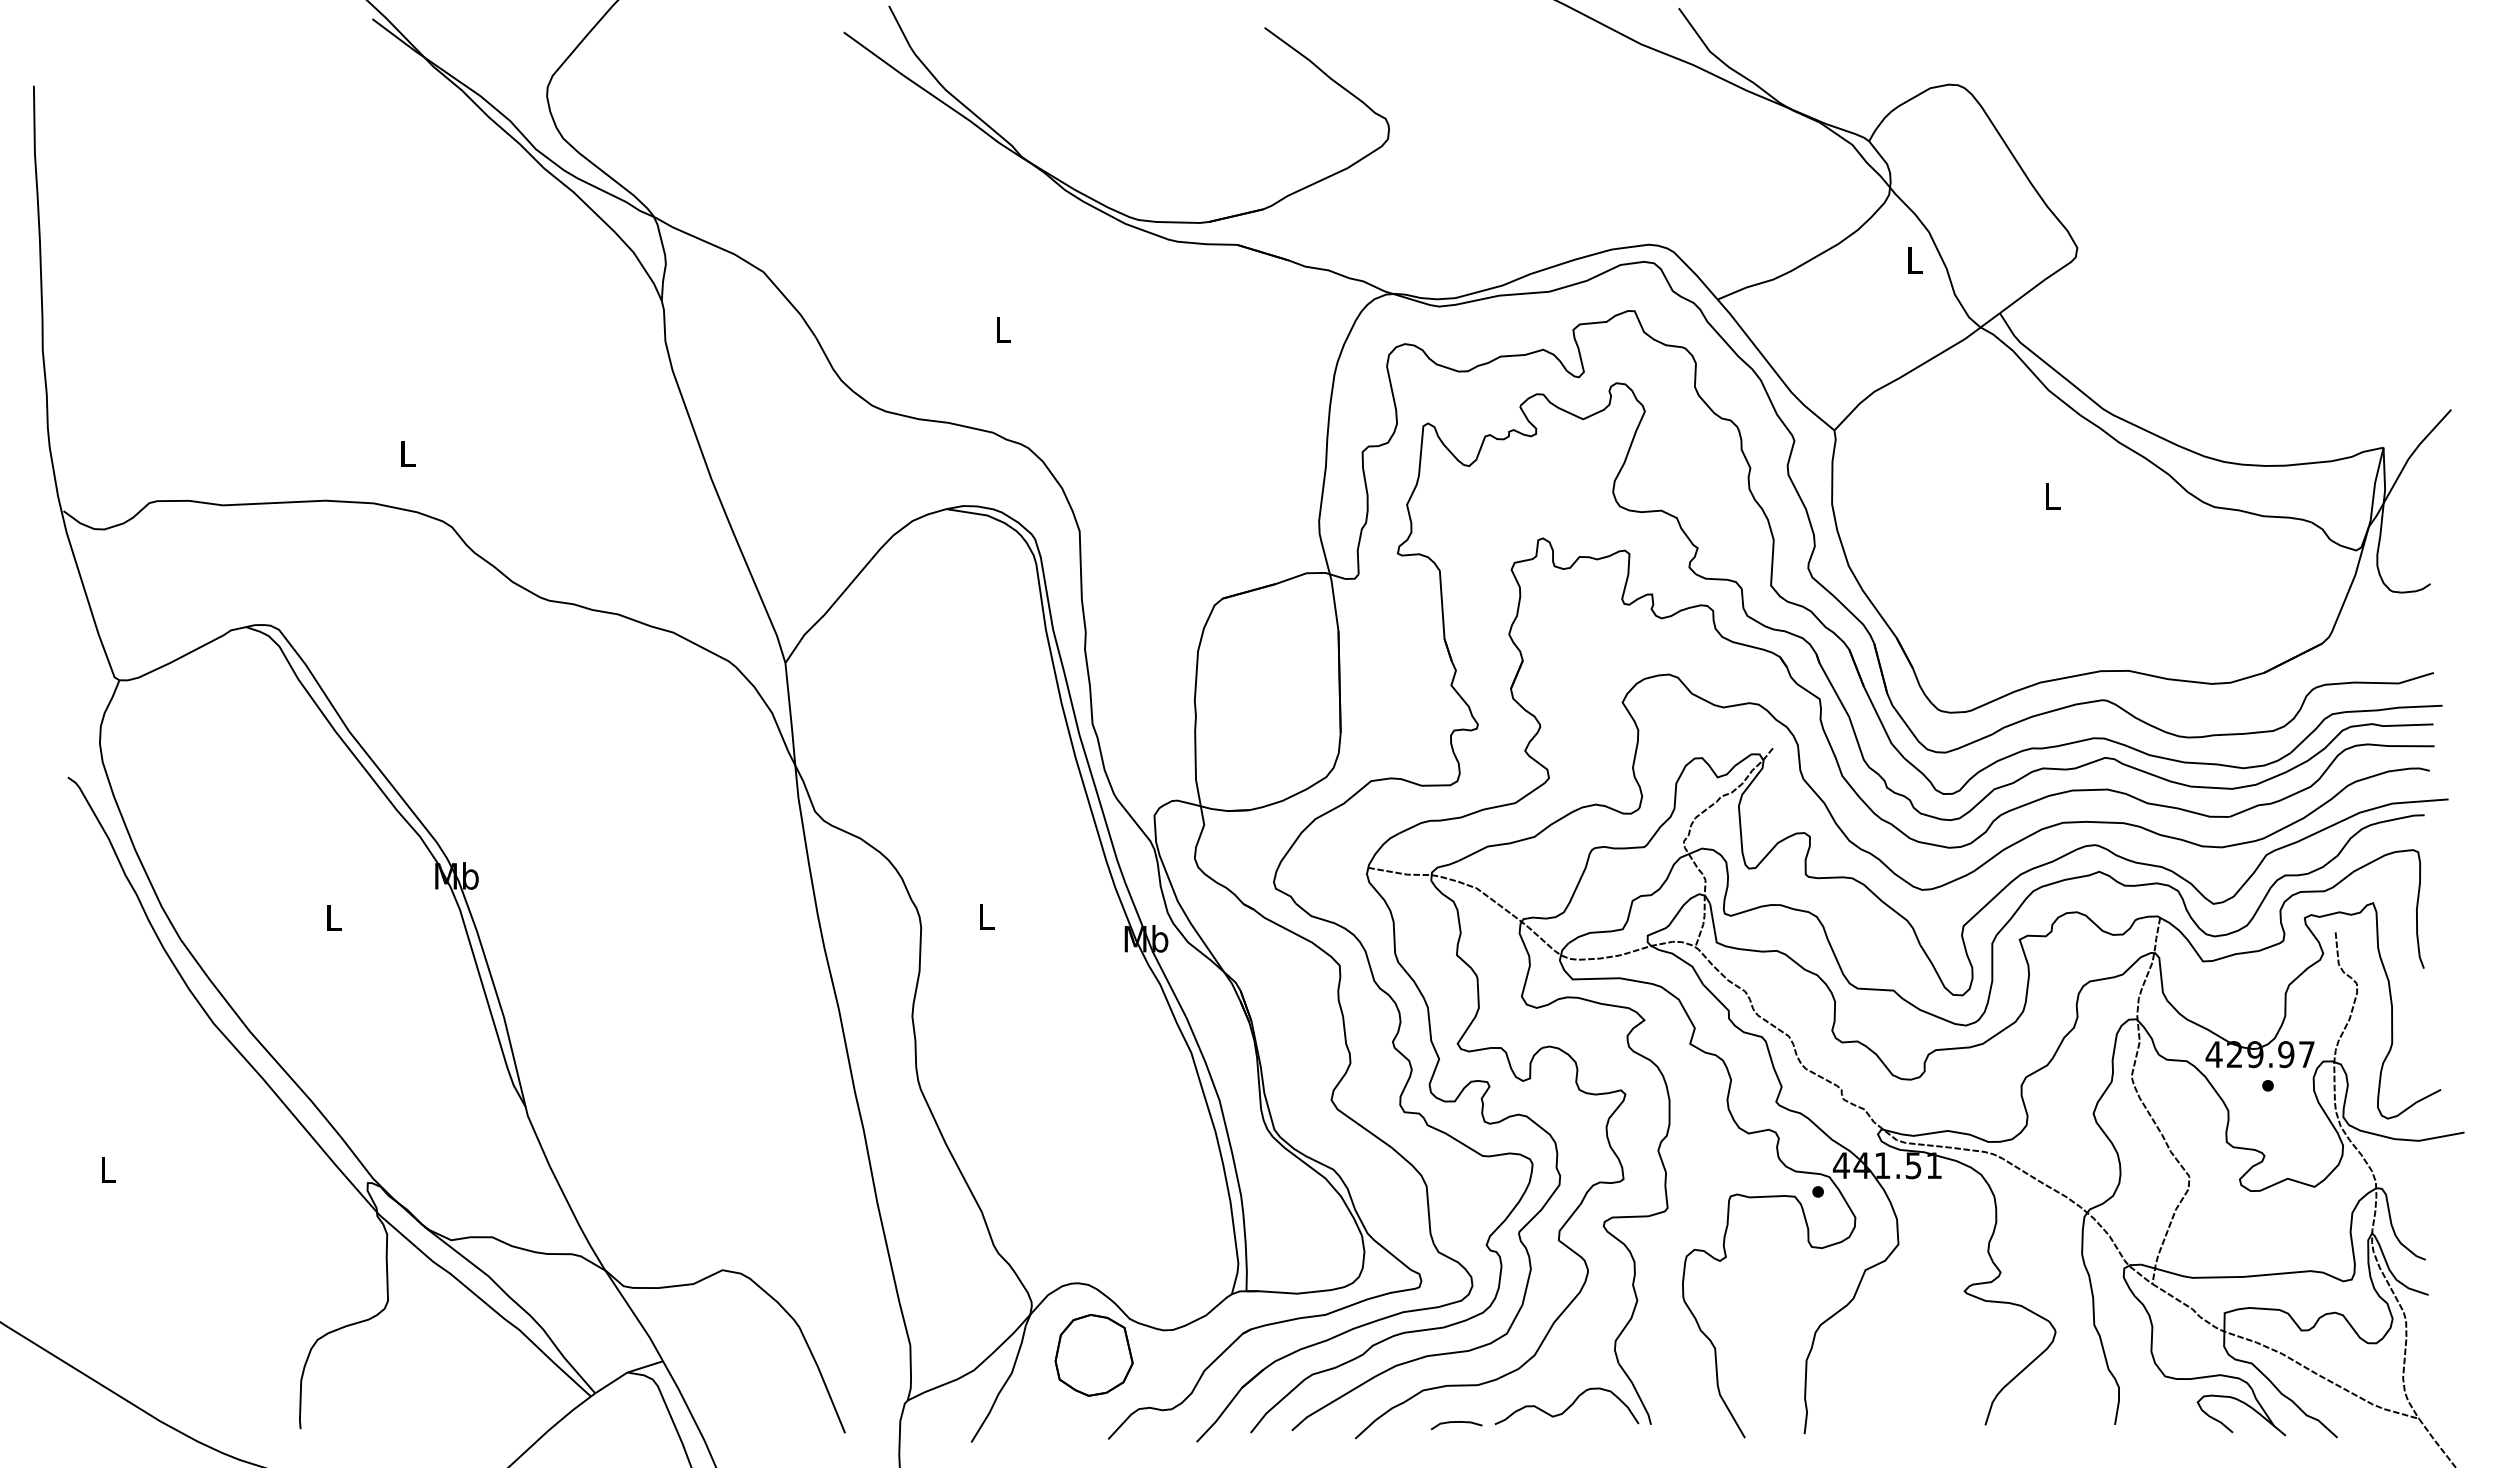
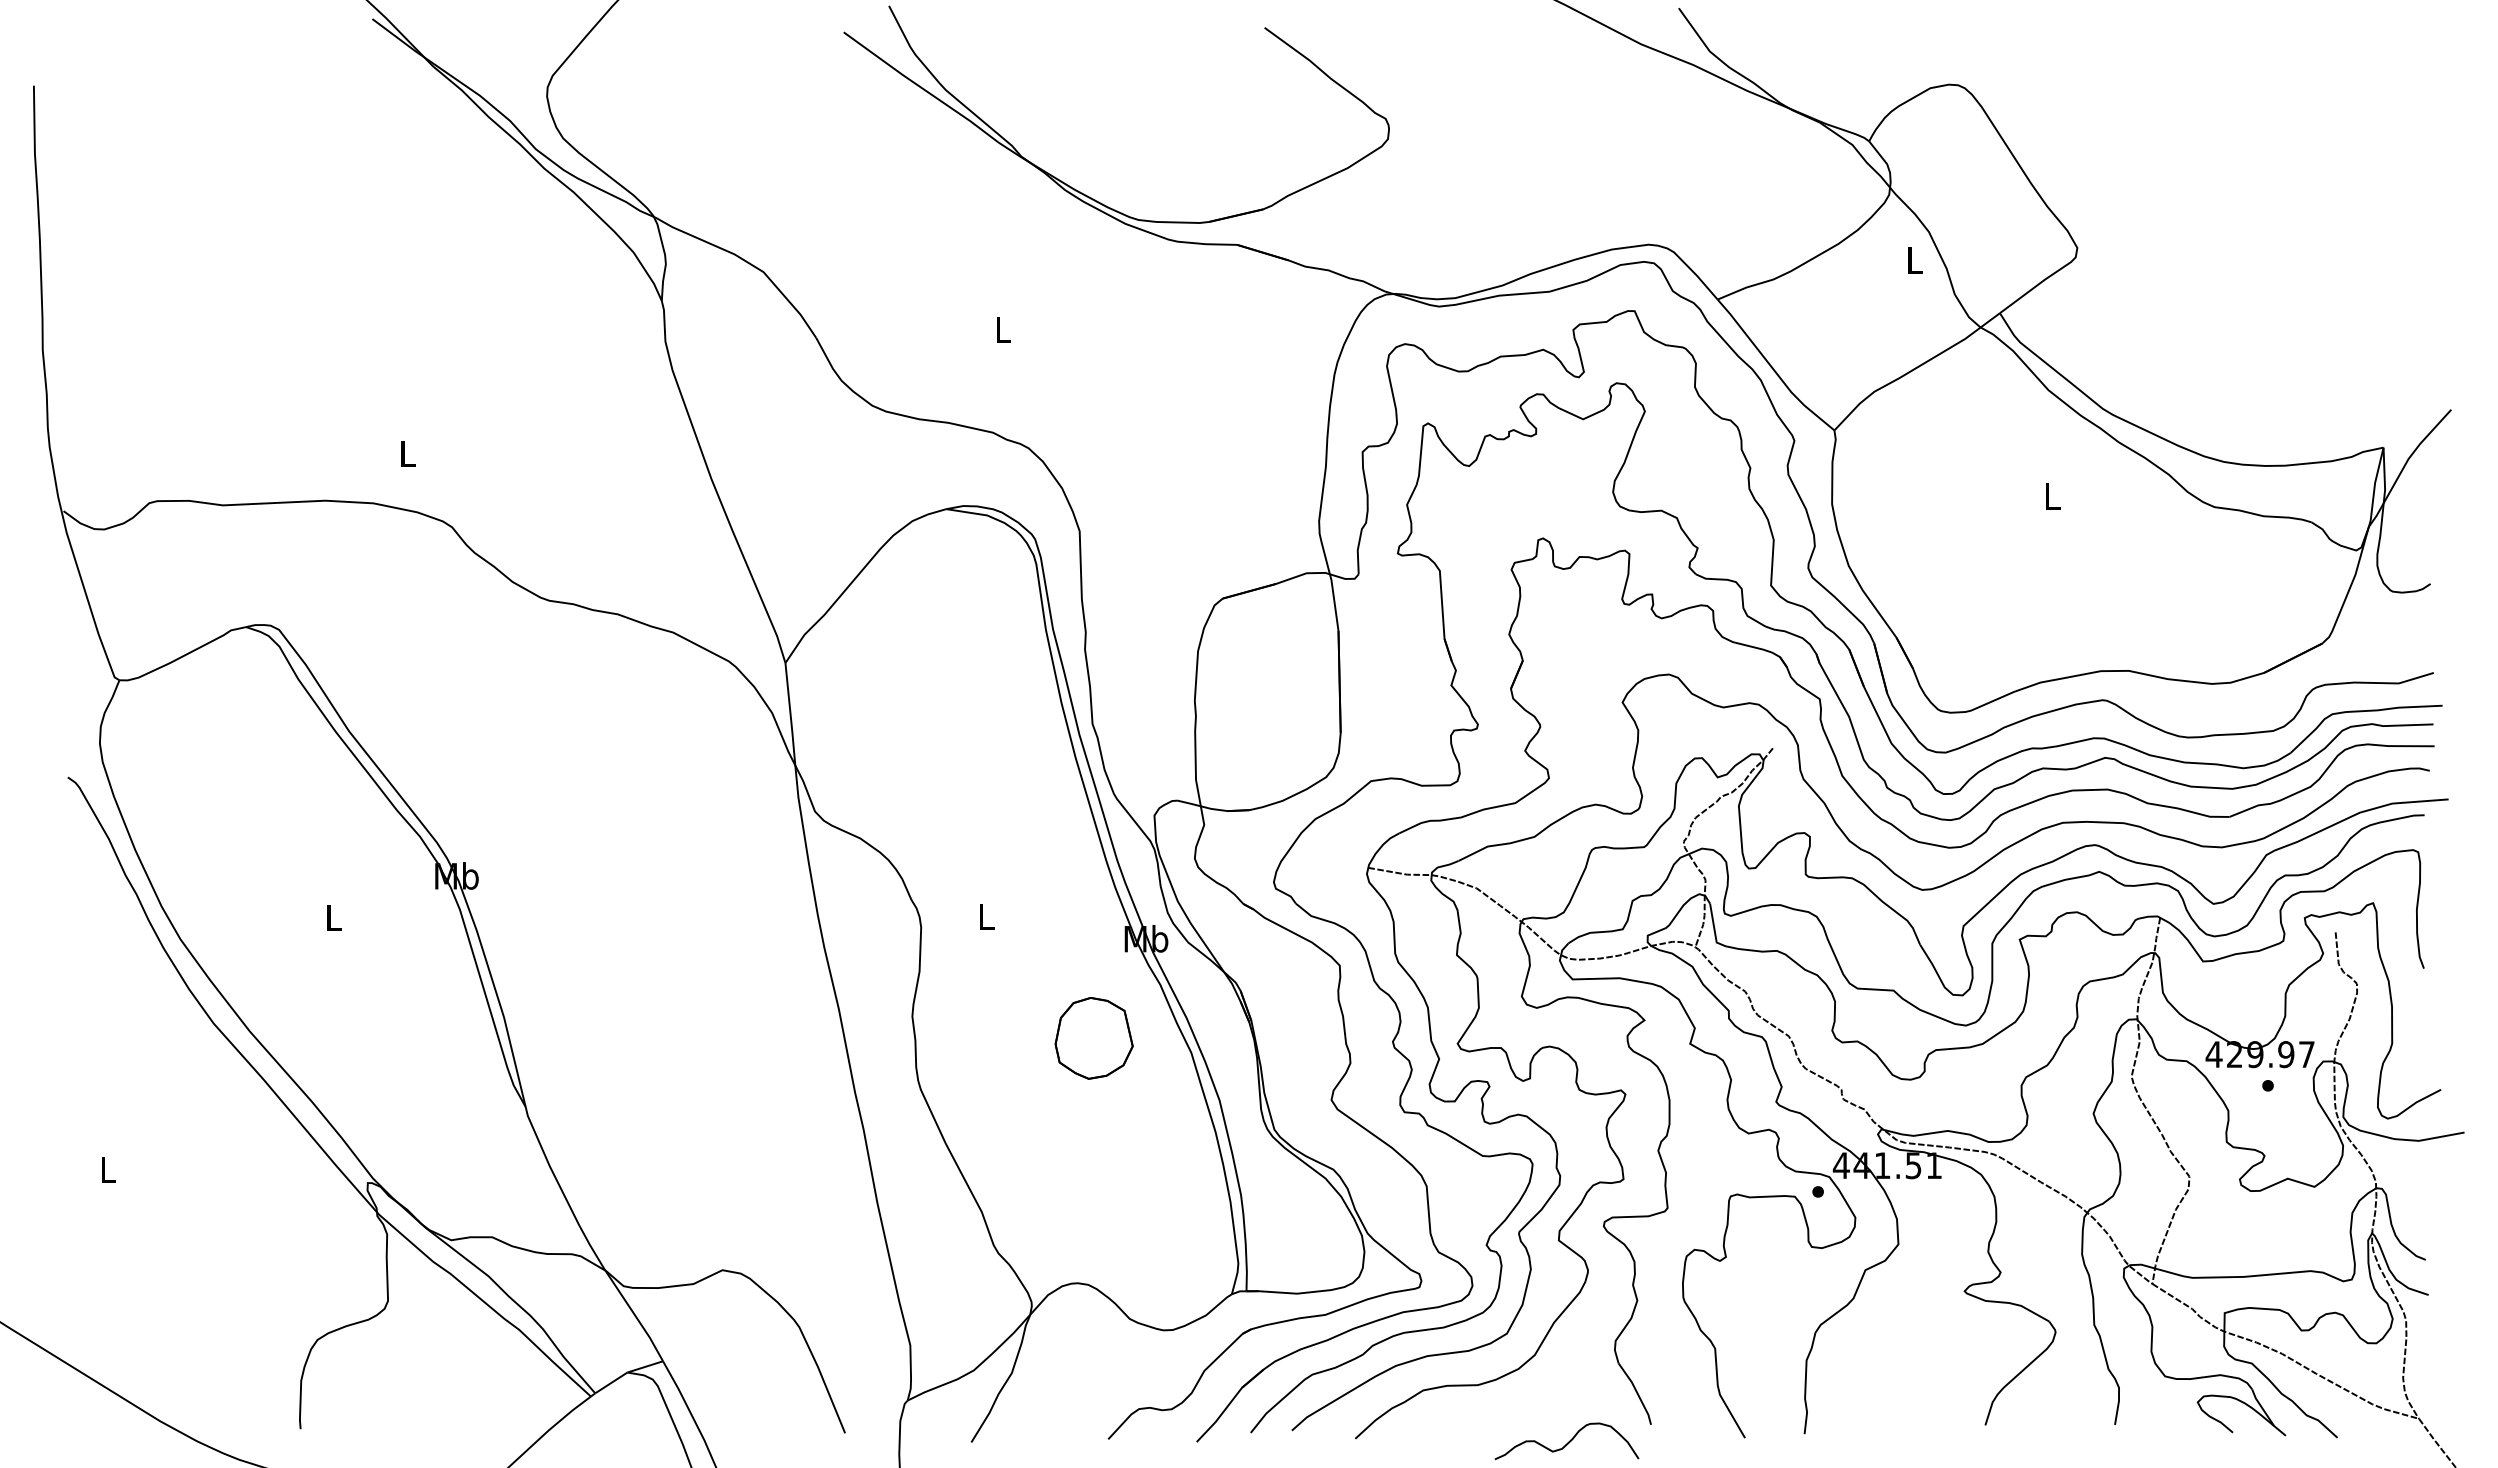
part at (1093, 1355) position: (1093, 1355) -> (1093, 1038)
curve at (1567, 1407) position: (1567, 1407) -> (1567, 1442)
curve at (1456, 1422): present -> none
